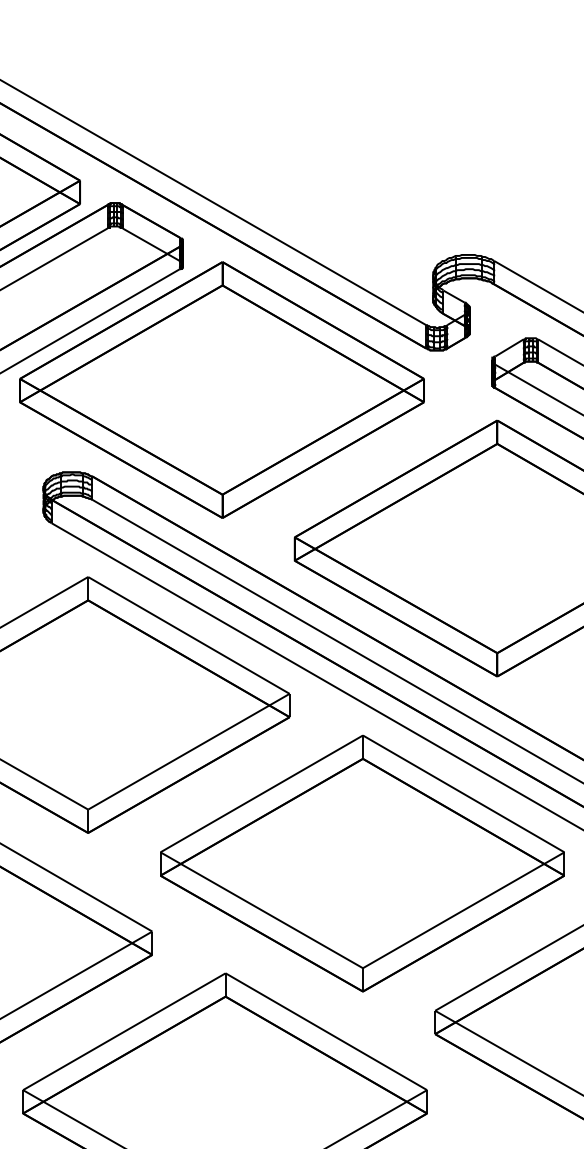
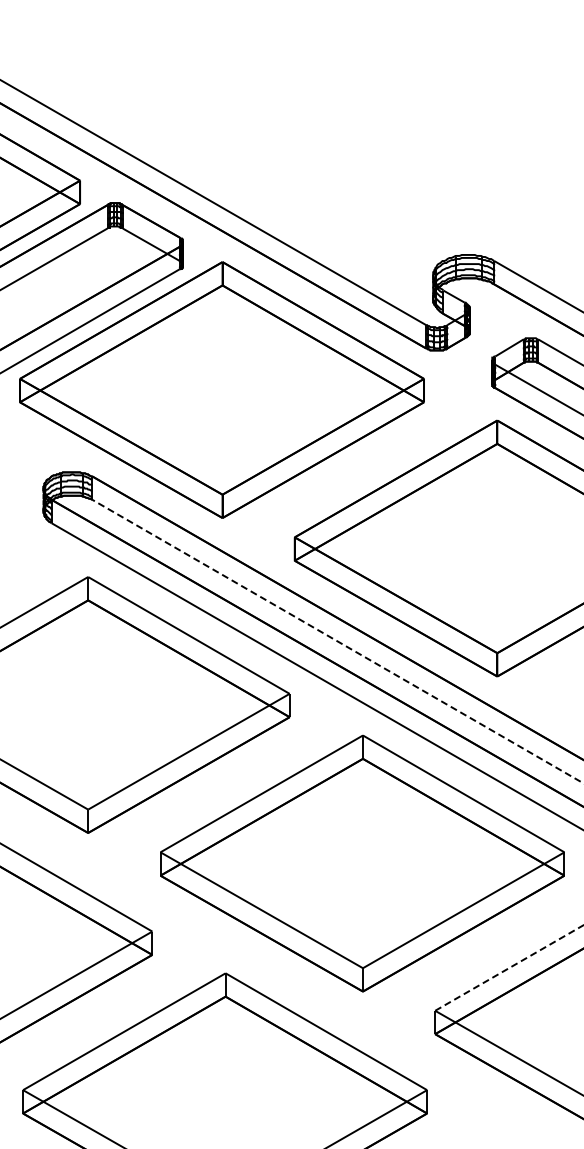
line at (337, 641): solid -> dashed
line at (509, 967): solid -> dashed
